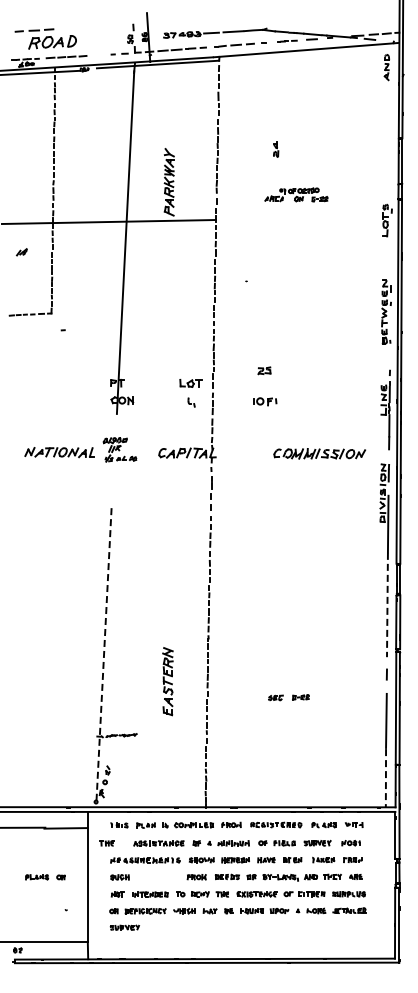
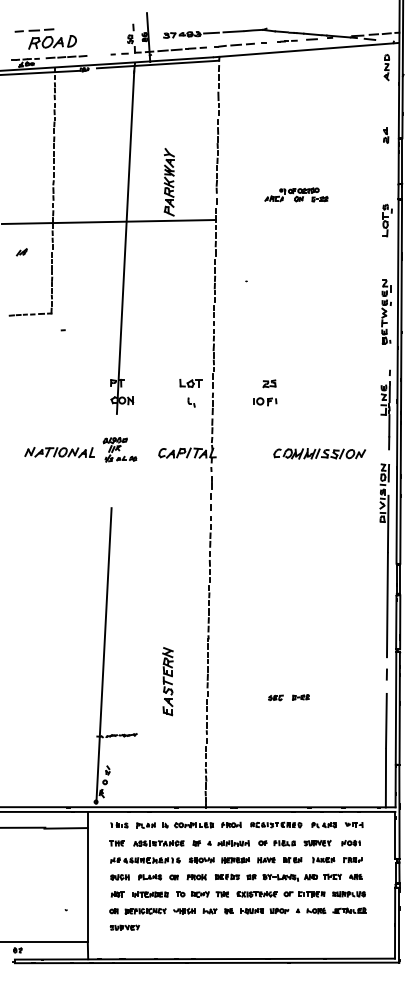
part at (276, 149) position: (276, 149) -> (386, 135)
part at (264, 370) position: (264, 370) -> (269, 383)
line at (387, 605): dashed -> solid
line at (103, 655): dashed -> solid
line at (385, 778): dashed -> solid
part at (106, 843) position: (106, 843) -> (116, 843)
part at (45, 877) position: (45, 877) -> (158, 877)
